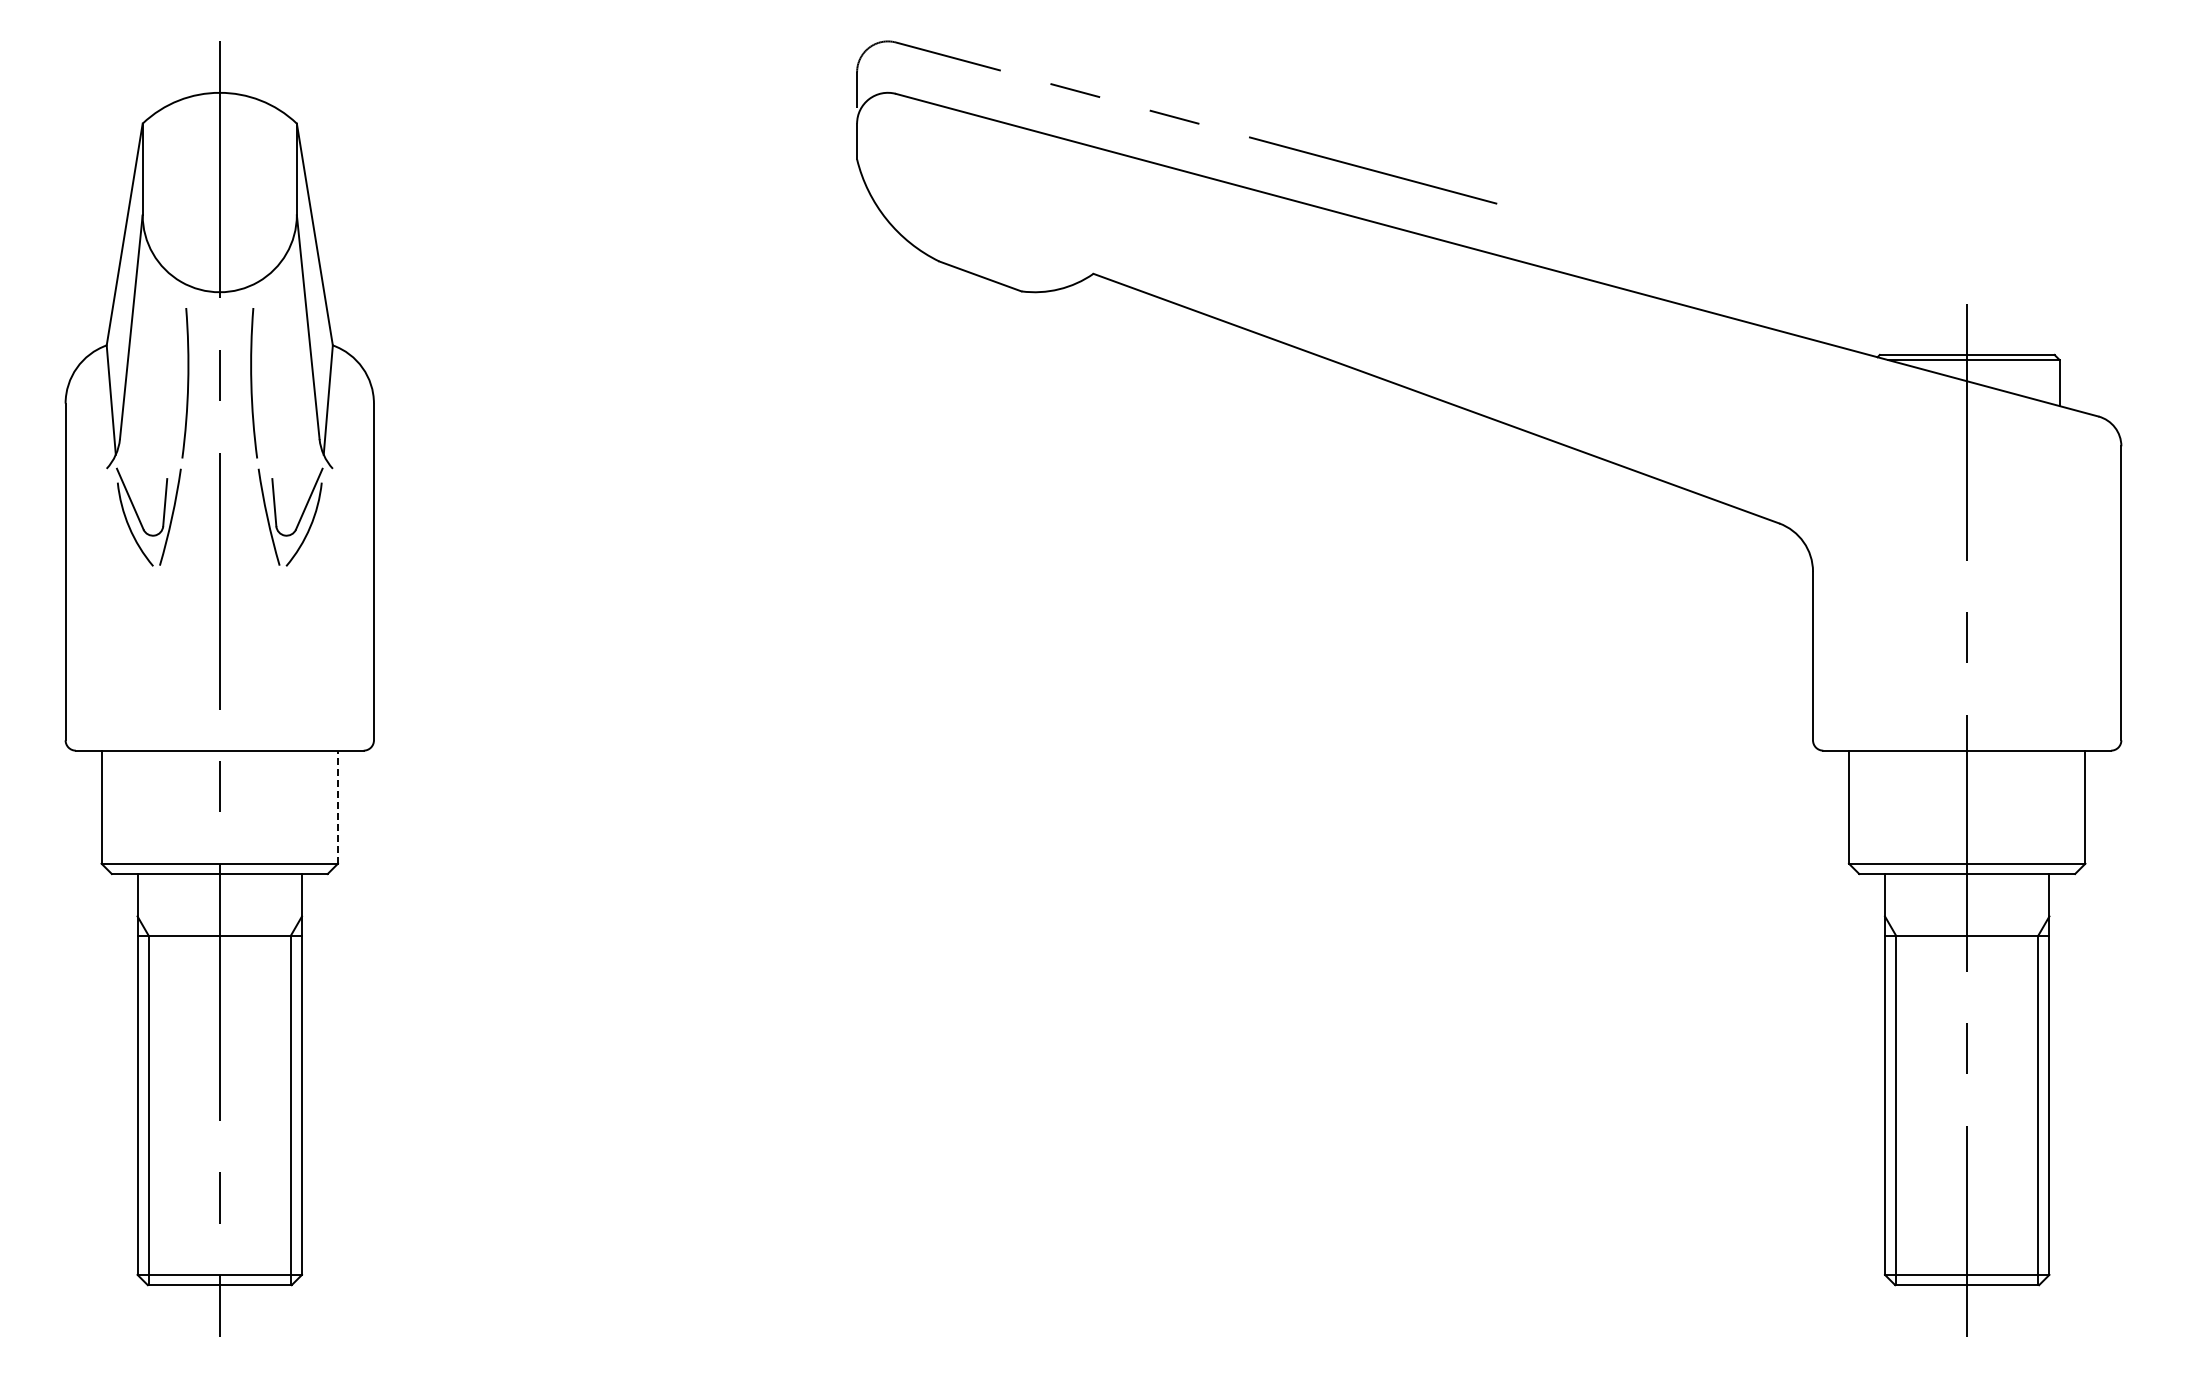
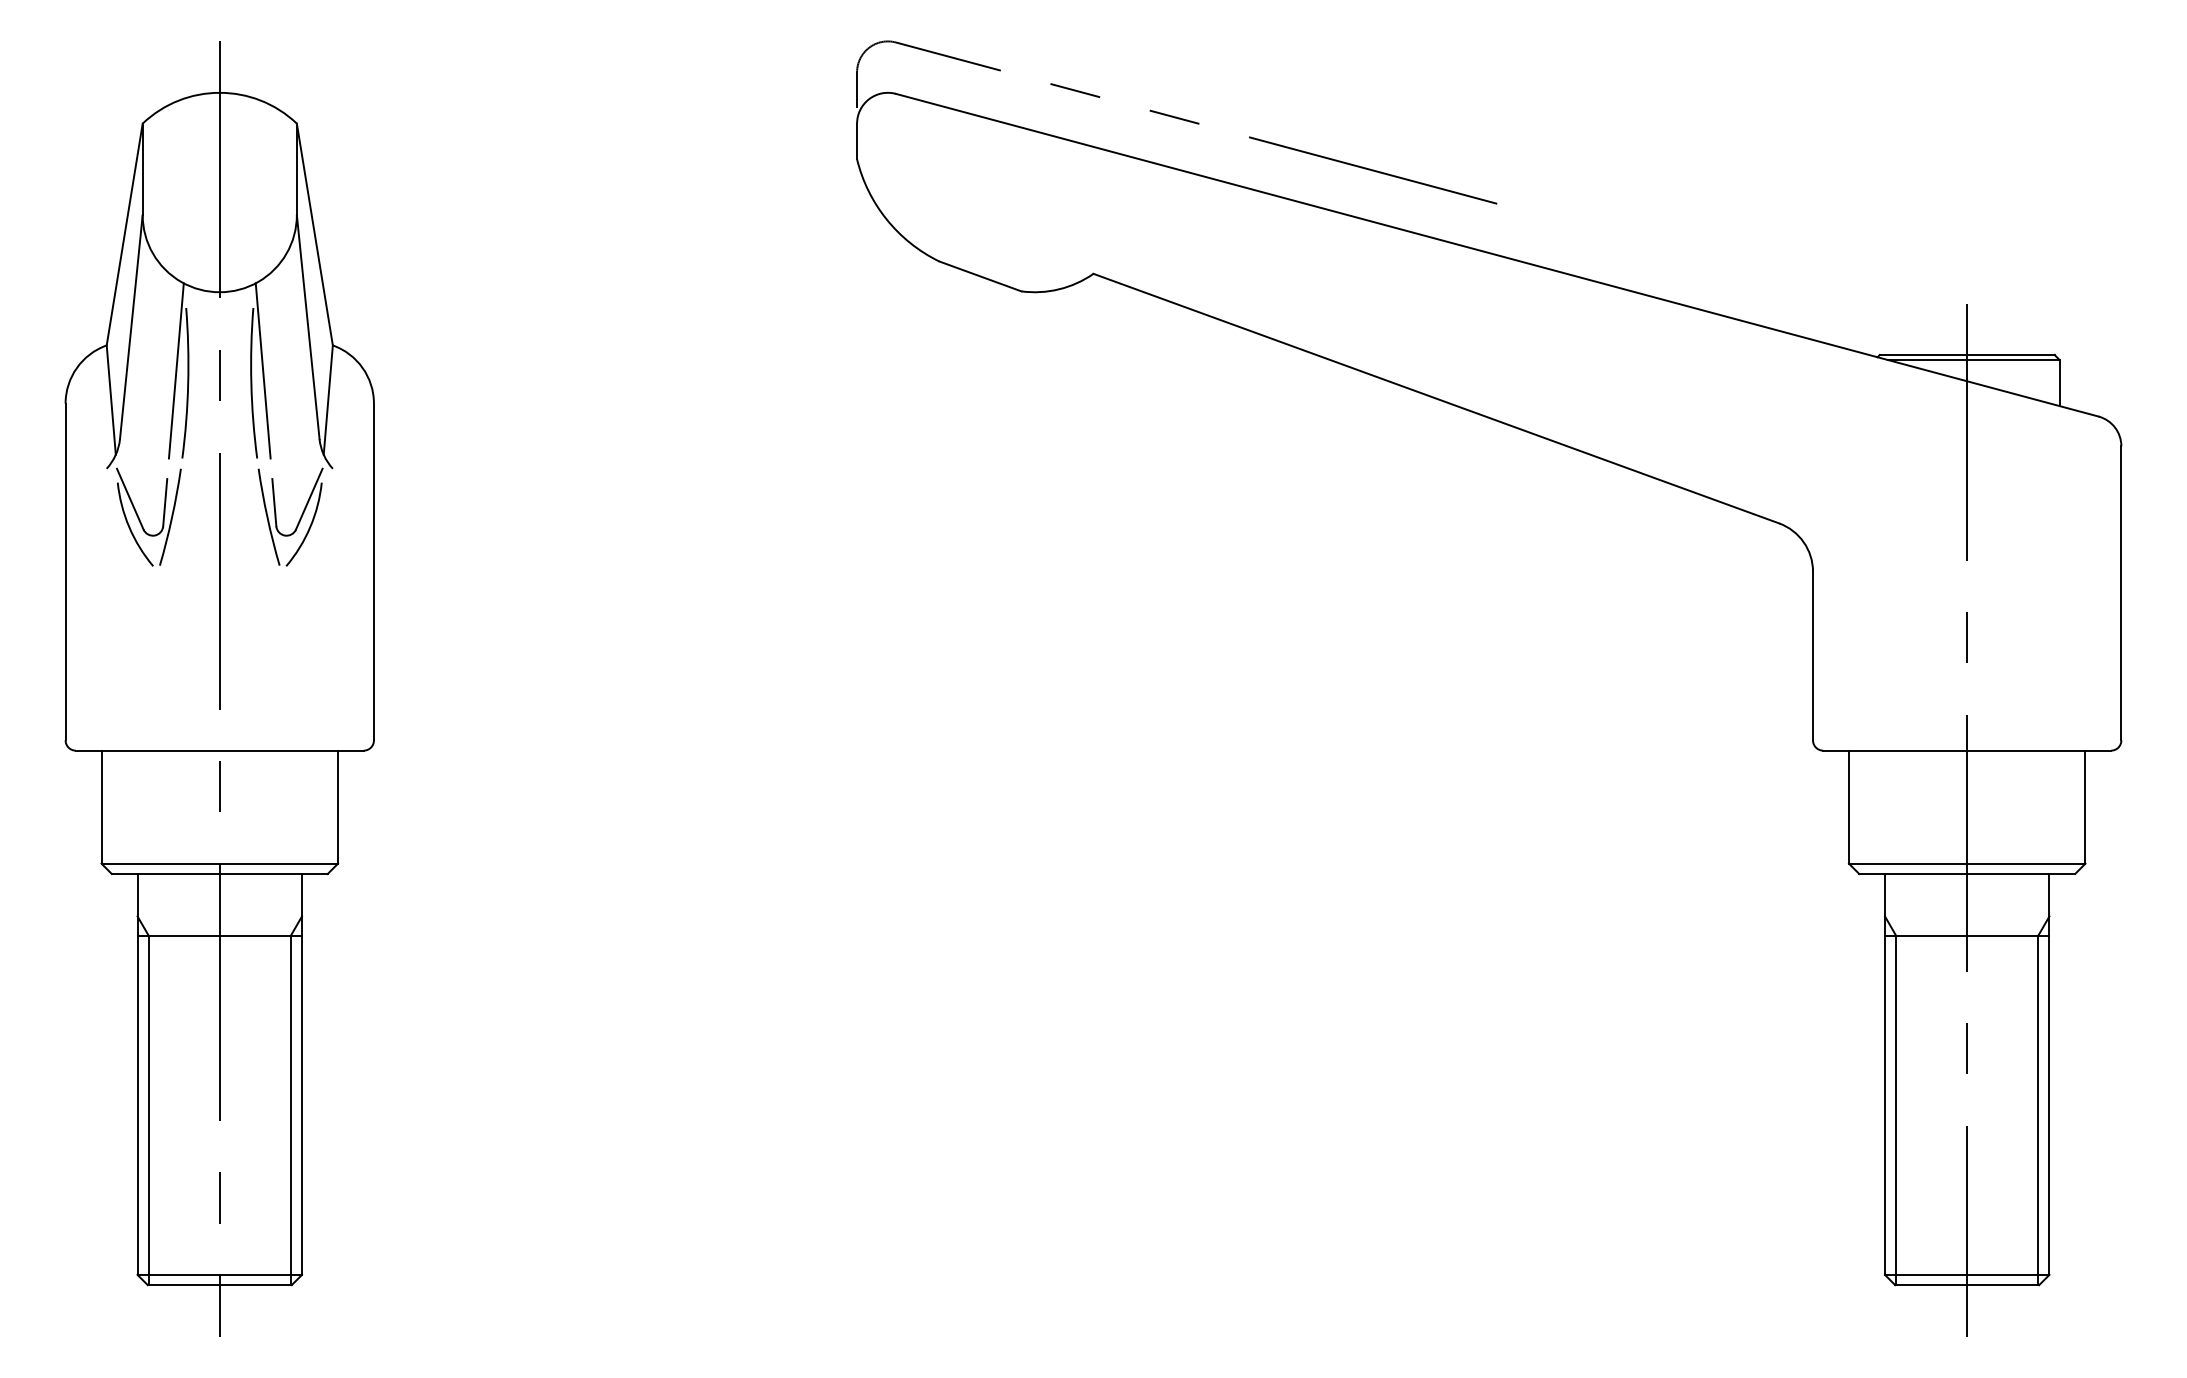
line at (175, 370): none -> present
line at (262, 370): none -> present
line at (338, 807): dashed -> solid
